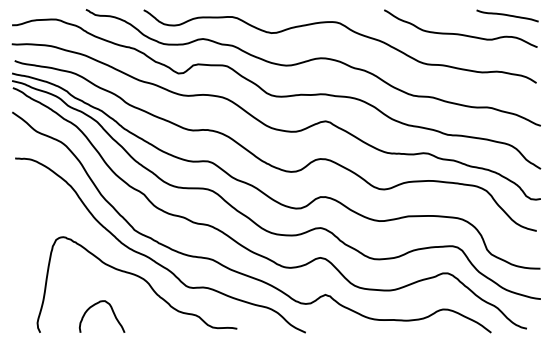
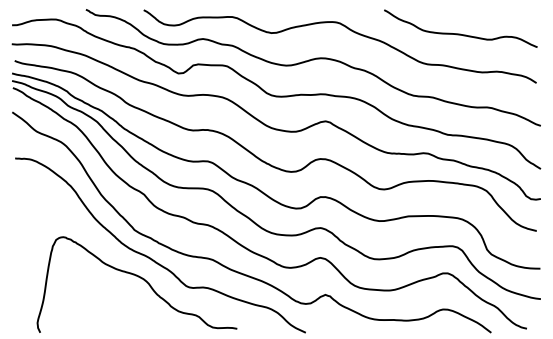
curve at (507, 15): present -> none
curve at (112, 312): present -> none
